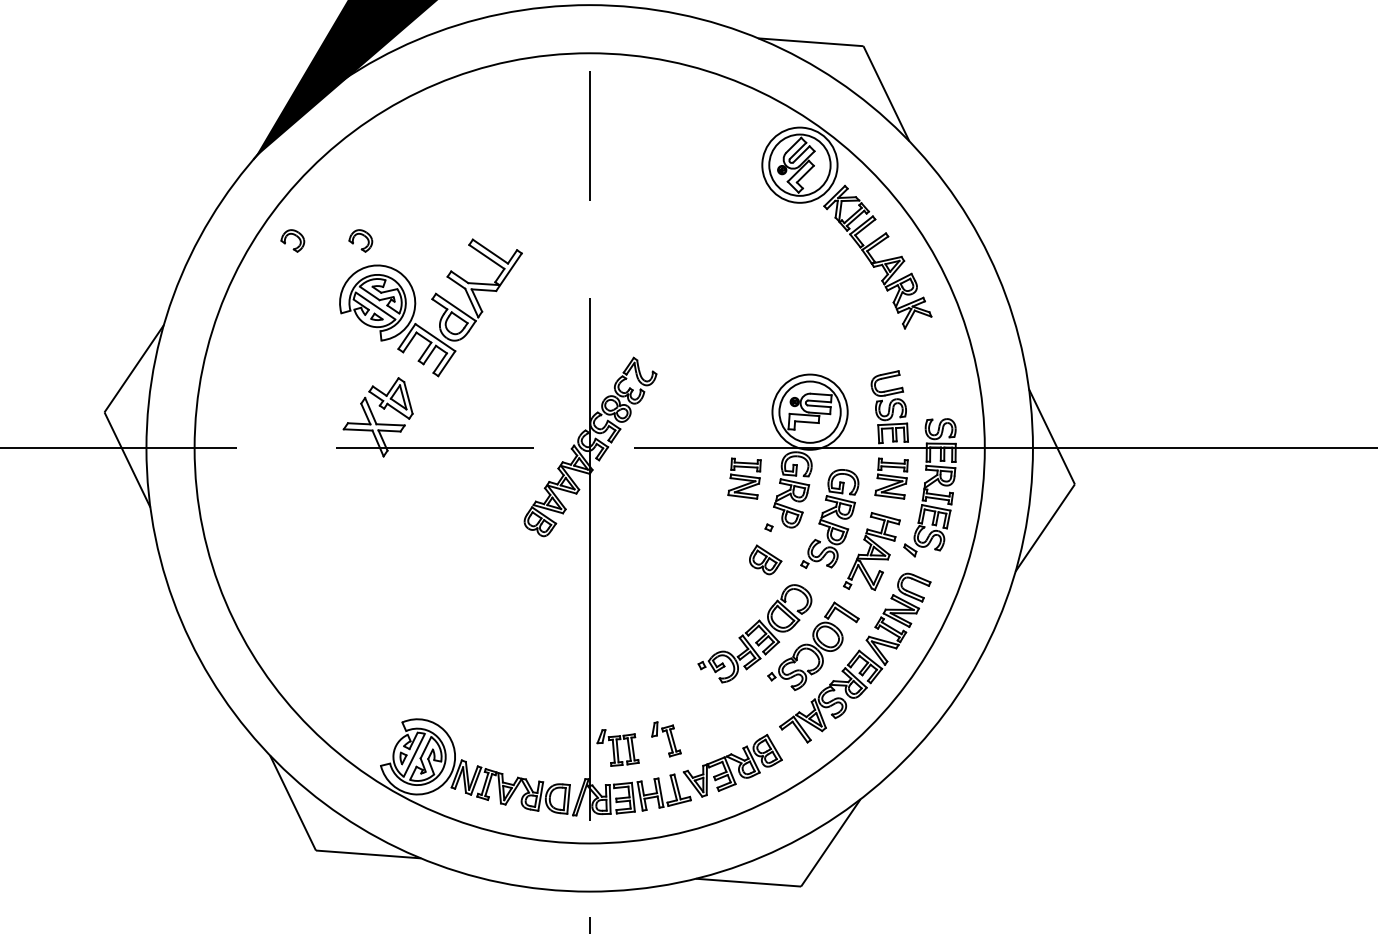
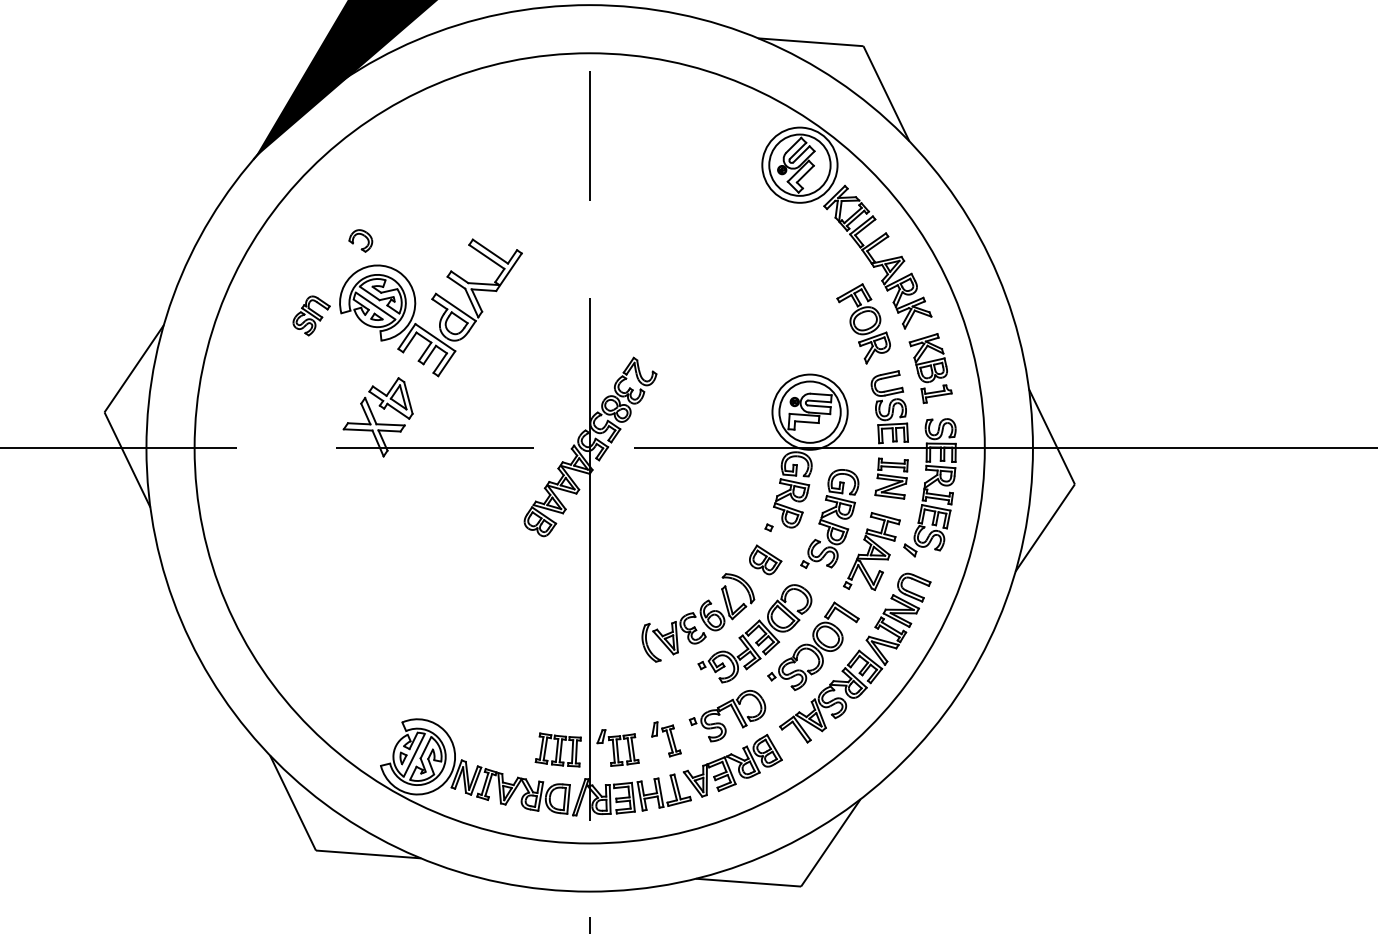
part at (292, 240): present -> none
part at (311, 315): none -> present
part at (863, 323): none -> present
part at (930, 368): none -> present
part at (744, 478): present -> none
part at (698, 617): none -> present
part at (720, 715): none -> present
part at (557, 749): none -> present
